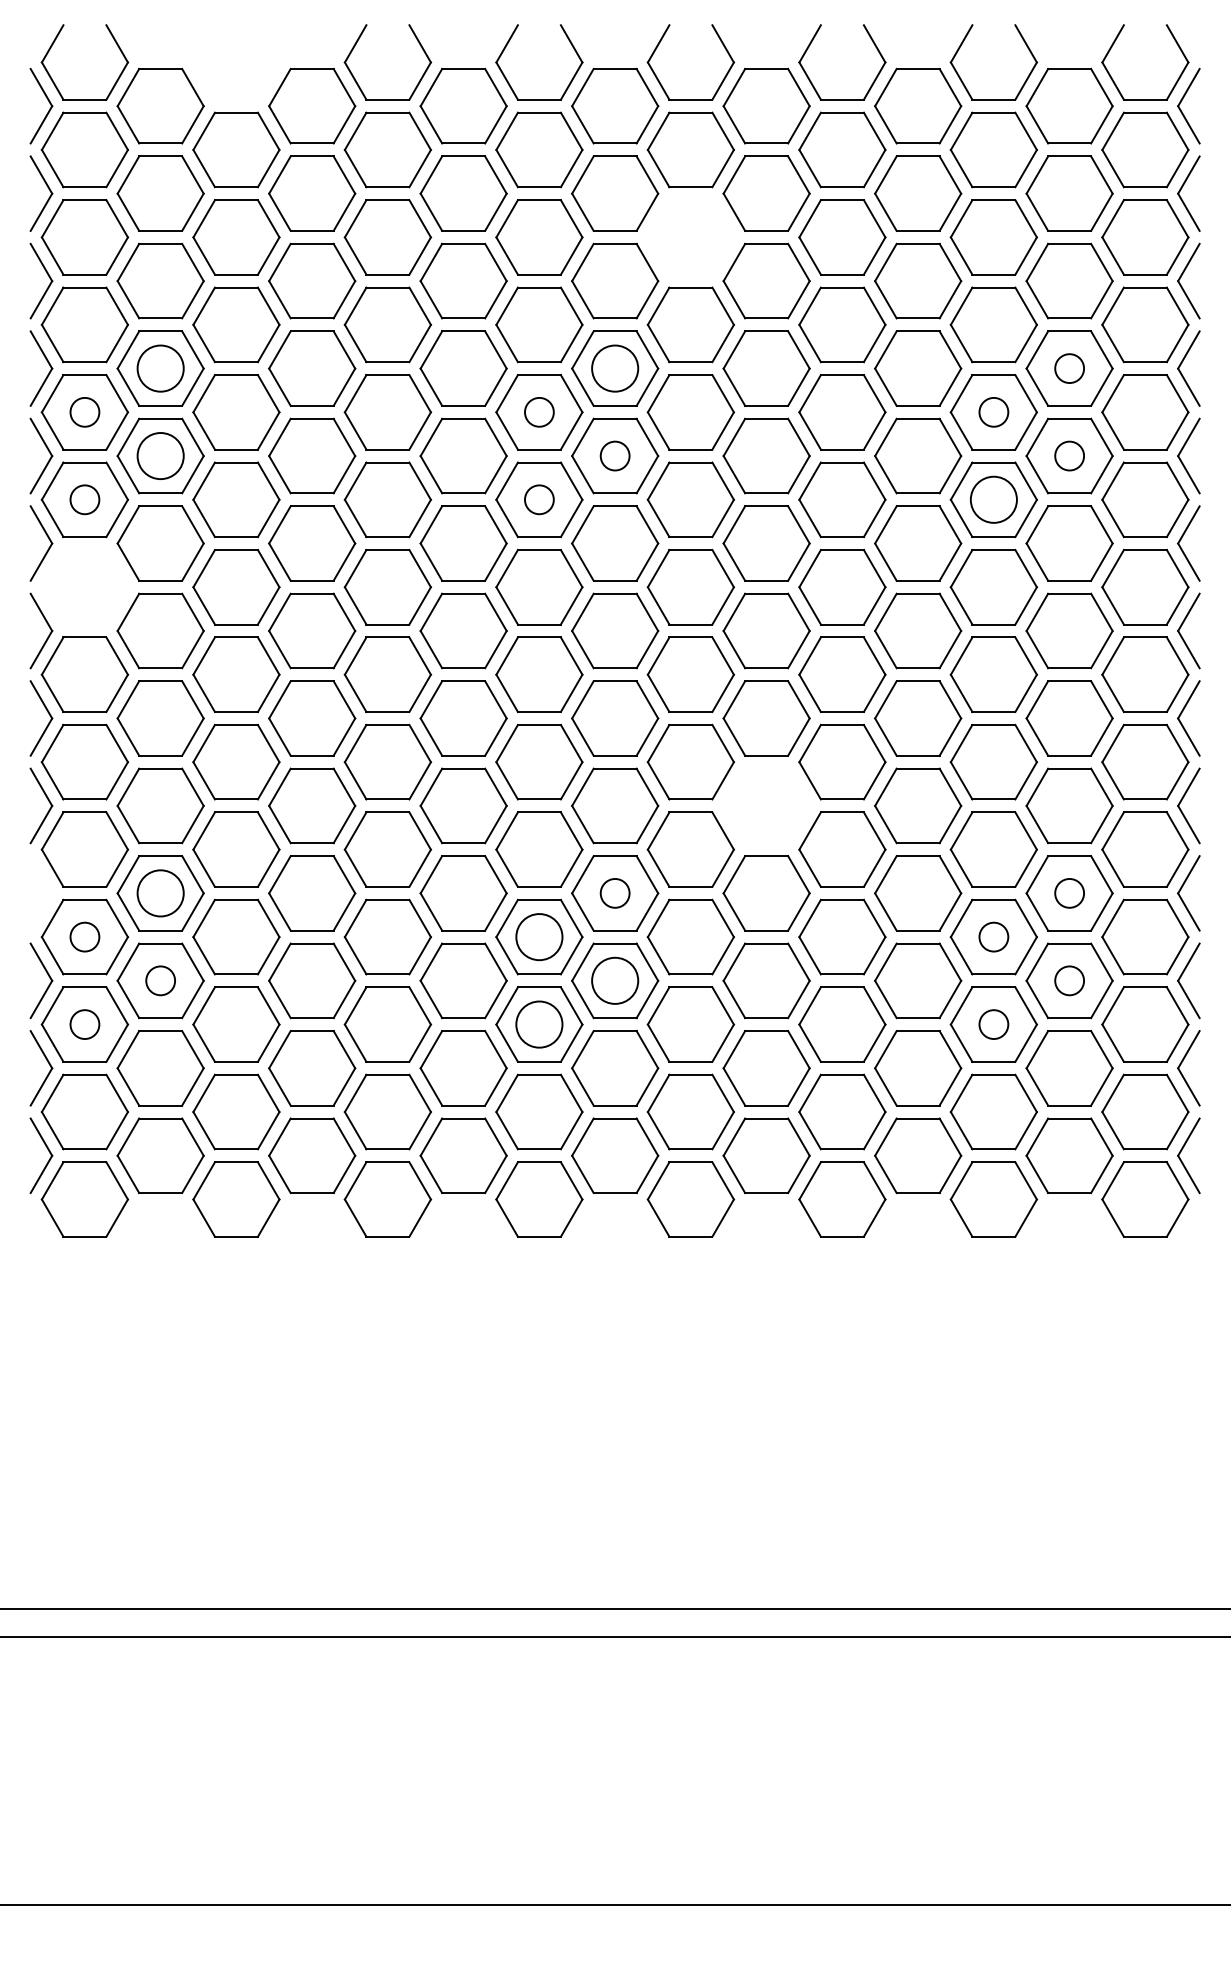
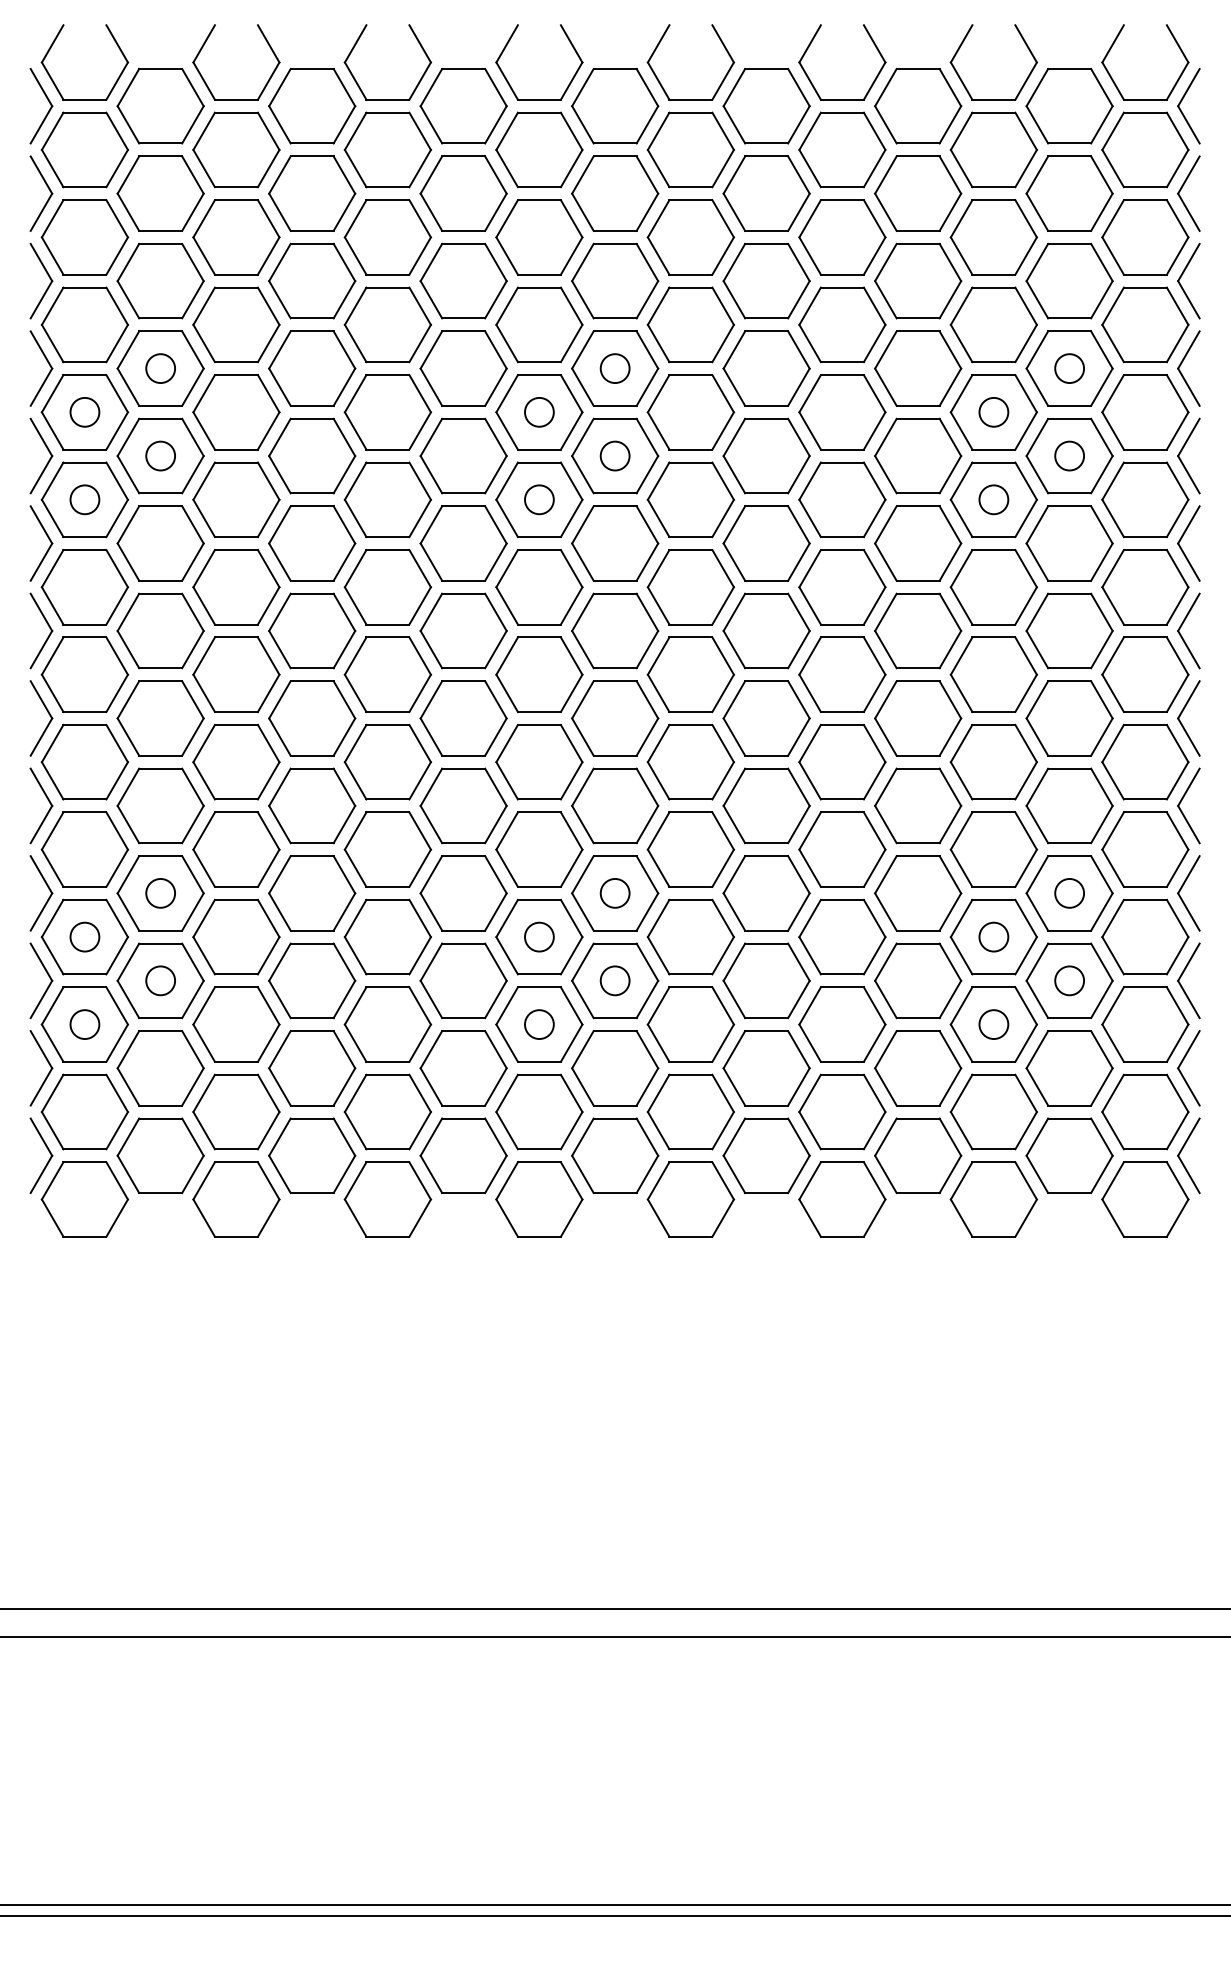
part at (206, 42): none -> present
part at (690, 237): none -> present
circle at (160, 368) diameter: 46 px -> 29 px
circle at (615, 368) diameter: 46 px -> 29 px
circle at (160, 456) diameter: 46 px -> 29 px
circle at (993, 499) diameter: 46 px -> 29 px
part at (84, 587): none -> present
part at (766, 805): none -> present
part at (48, 889): none -> present
circle at (160, 893) diameter: 46 px -> 29 px
circle at (539, 937) diameter: 46 px -> 29 px
circle at (615, 980) diameter: 46 px -> 29 px
circle at (539, 1024) diameter: 46 px -> 29 px
line at (614, 1915): none -> present
